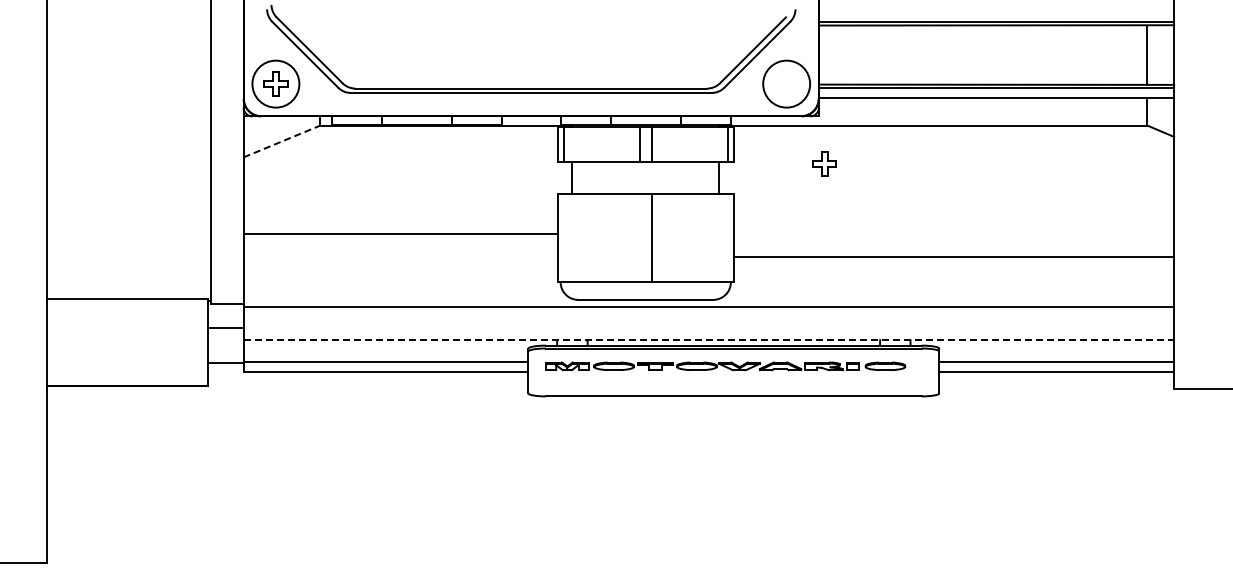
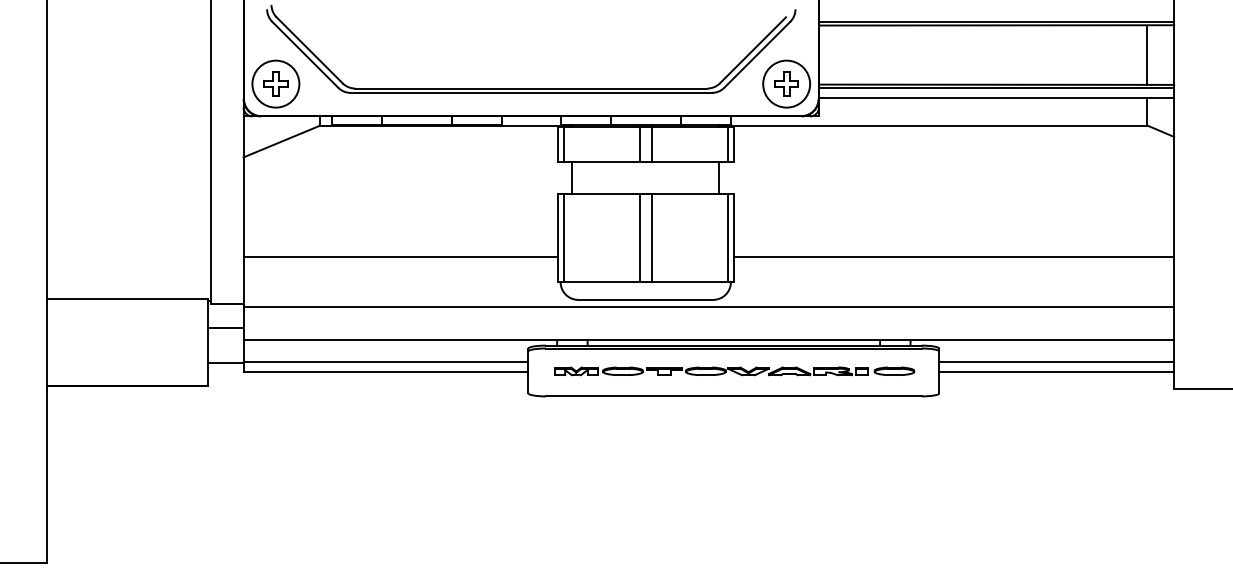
line at (281, 141): dashed -> solid
part at (824, 163) position: (824, 163) -> (786, 83)
line at (400, 234) position: (400, 234) -> (400, 257)
line at (564, 238): none -> present
line at (639, 238): none -> present
line at (727, 238): none -> present
line at (709, 340): dashed -> solid
part at (725, 366) position: (725, 366) -> (734, 371)
